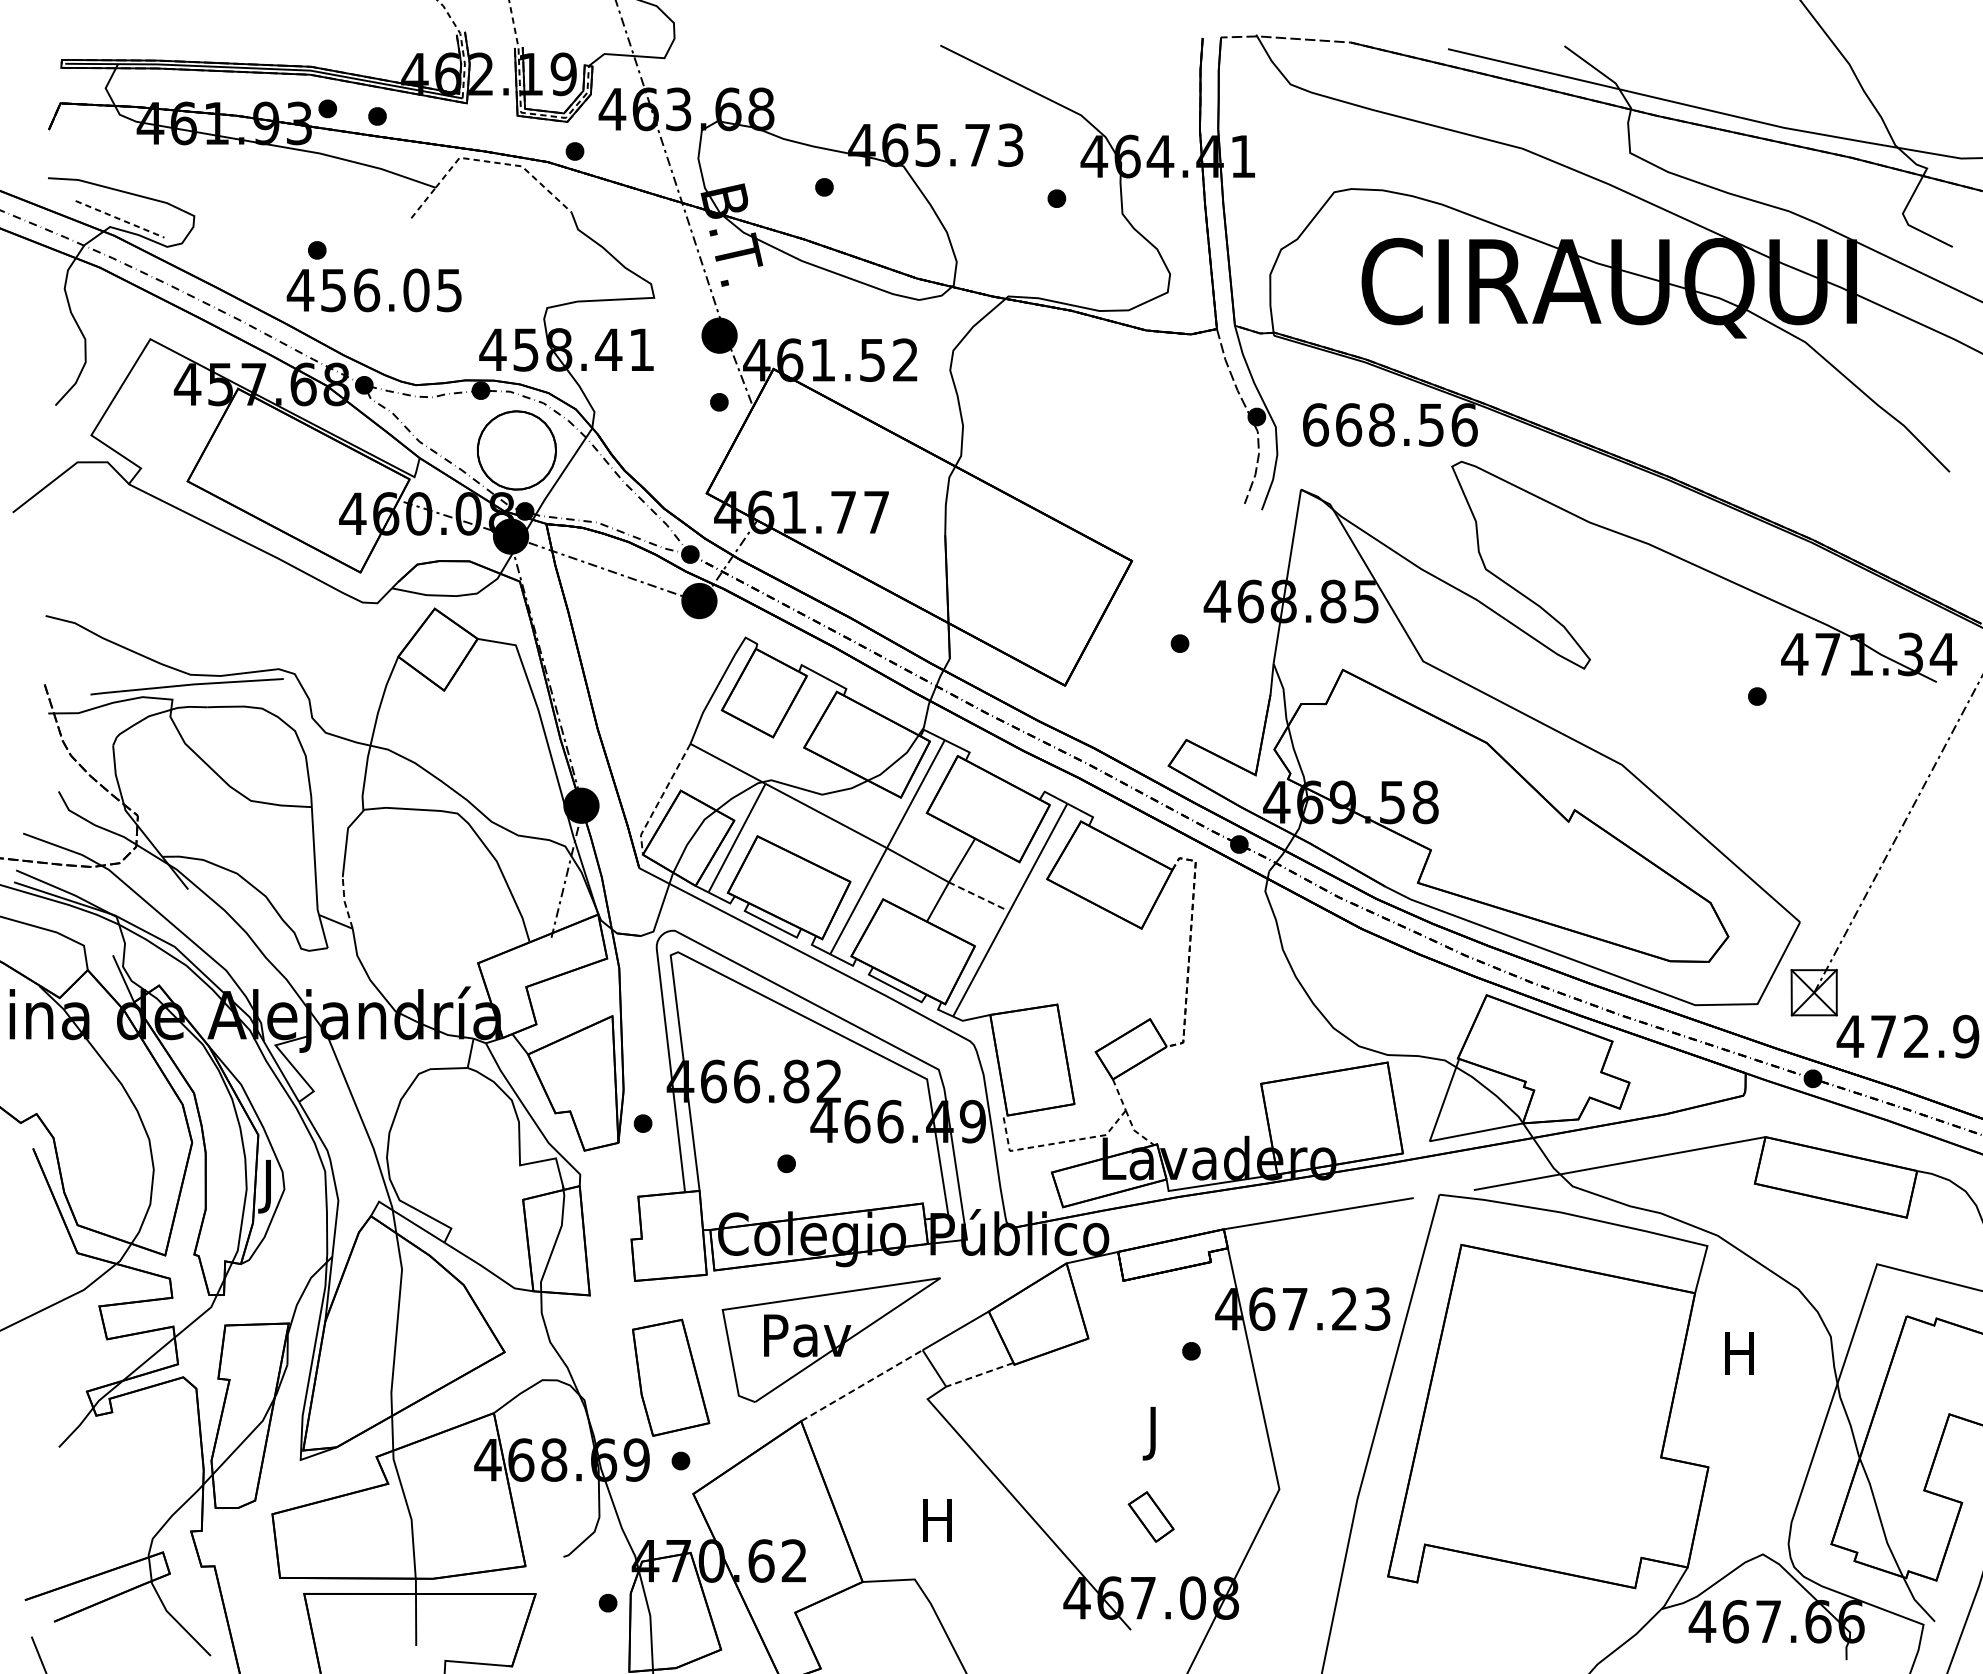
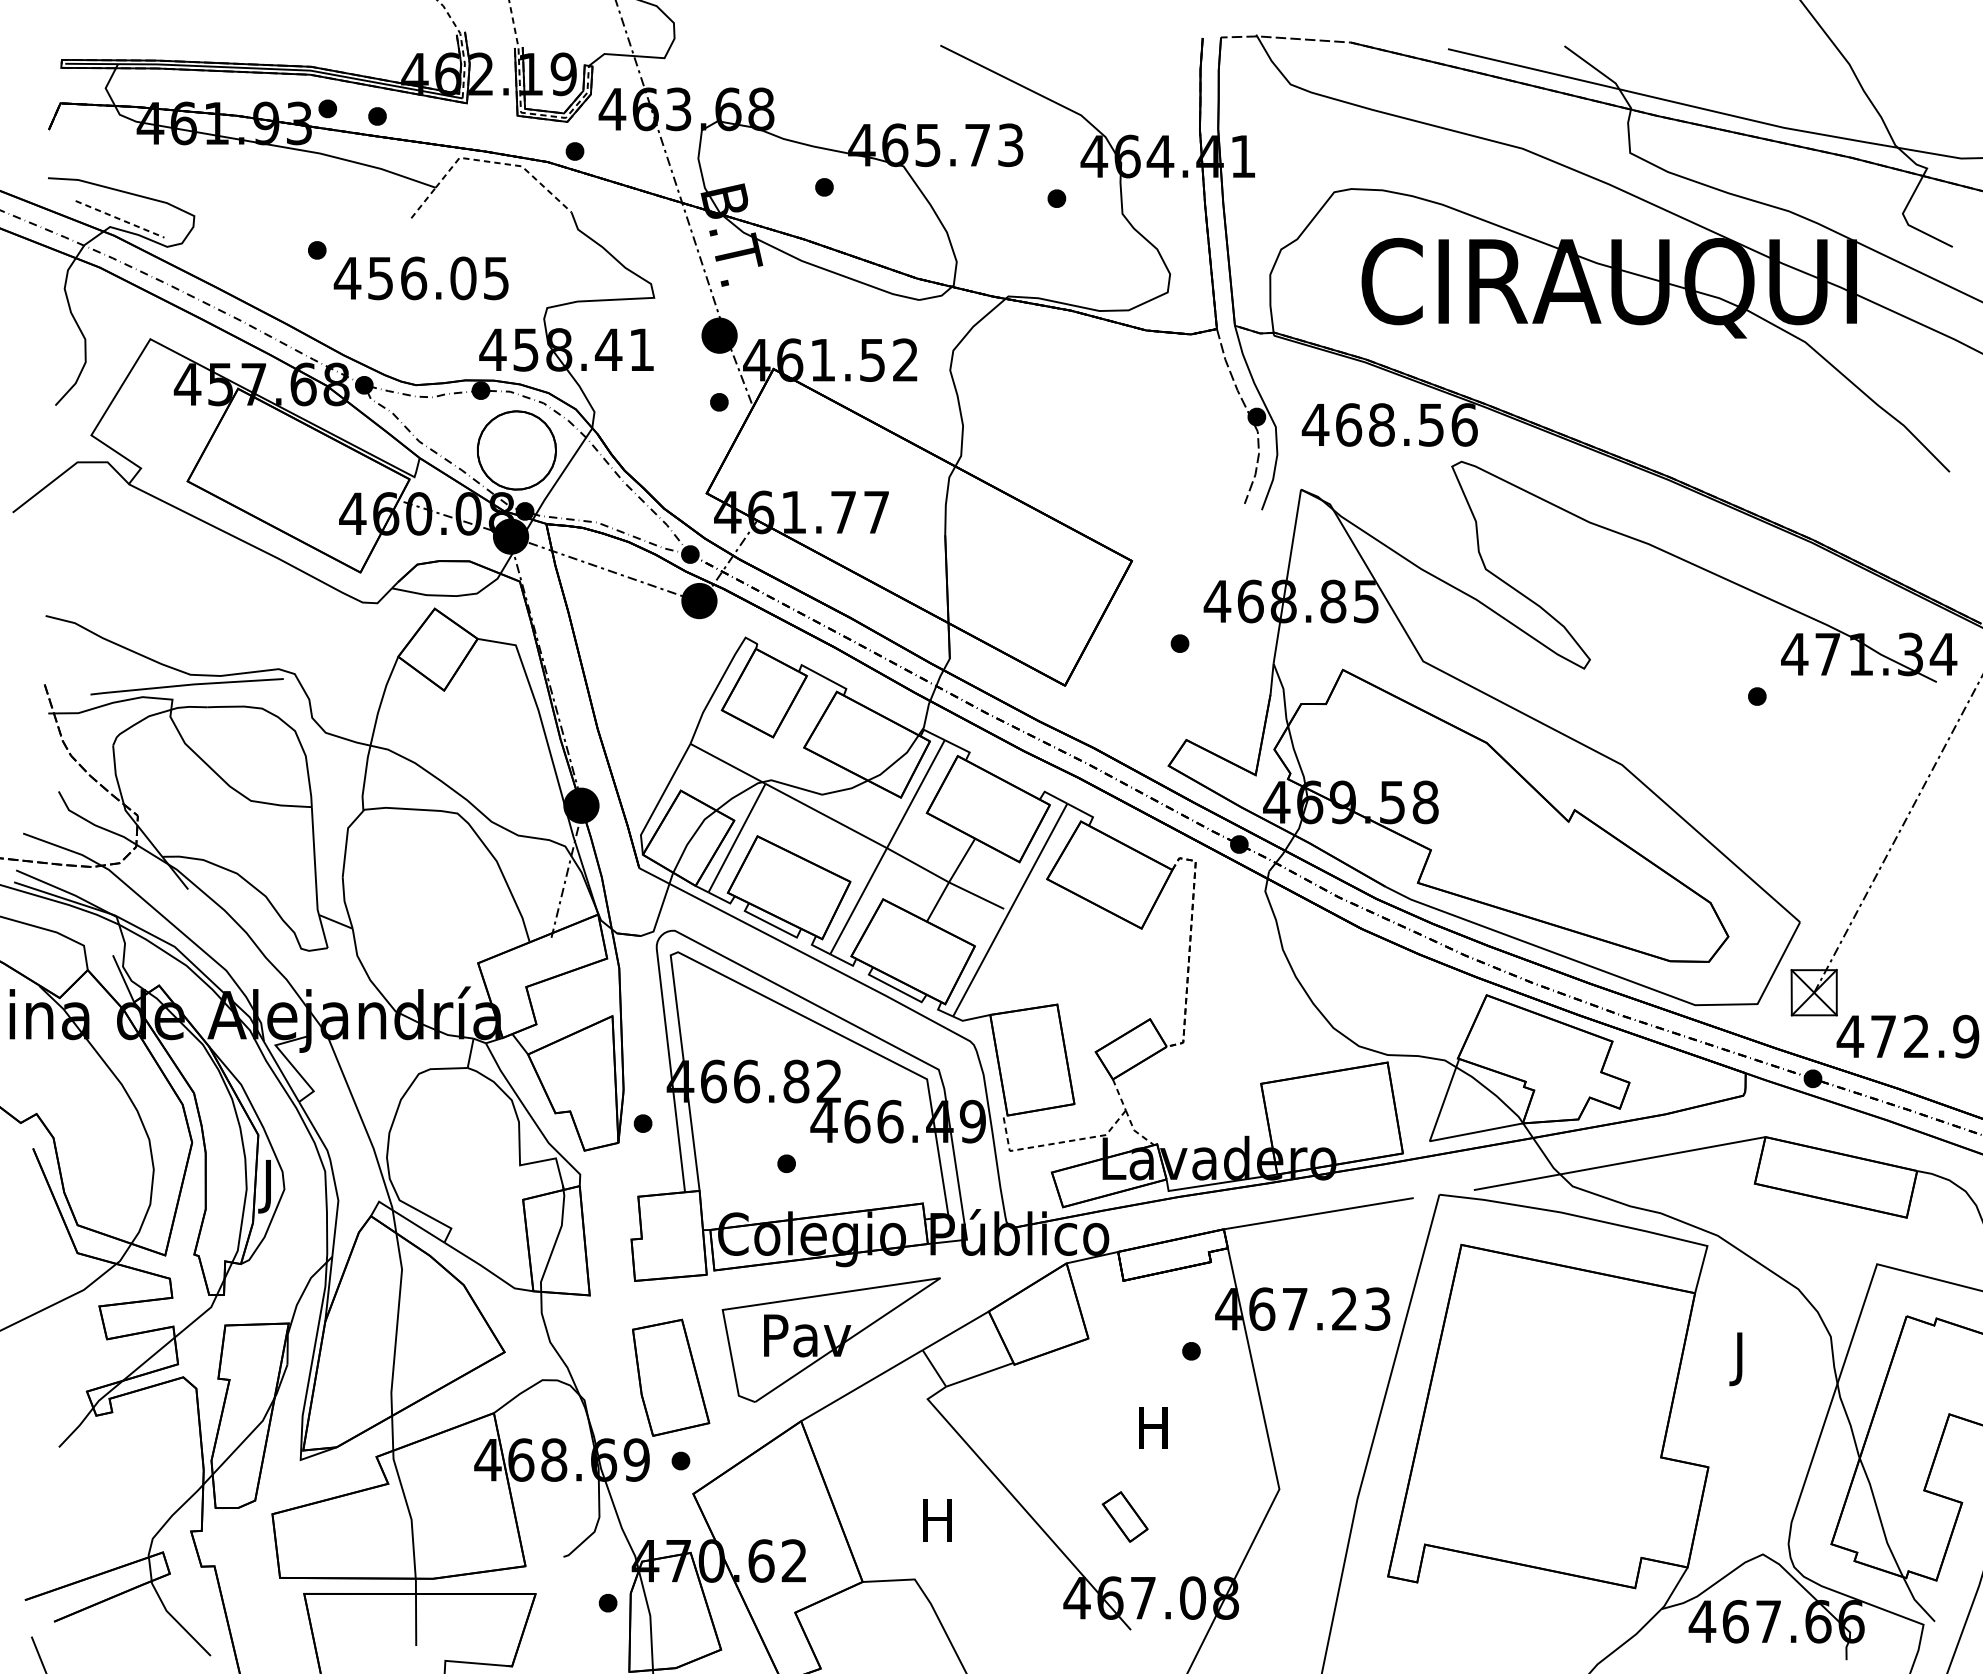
text at (373, 290) position: (373, 290) -> (420, 278)
text at (1315, 424): 668.56 -> 468.56
line at (660, 799): dashed -> solid
line at (976, 895): dashed -> solid
line at (344, 902): dashed -> solid
text at (1739, 1359): H -> J
line at (979, 1374): dashed -> solid
line at (862, 1385): dashed -> solid
text at (1153, 1433): J -> H
part at (1150, 1516) position: (1150, 1516) -> (1124, 1516)
